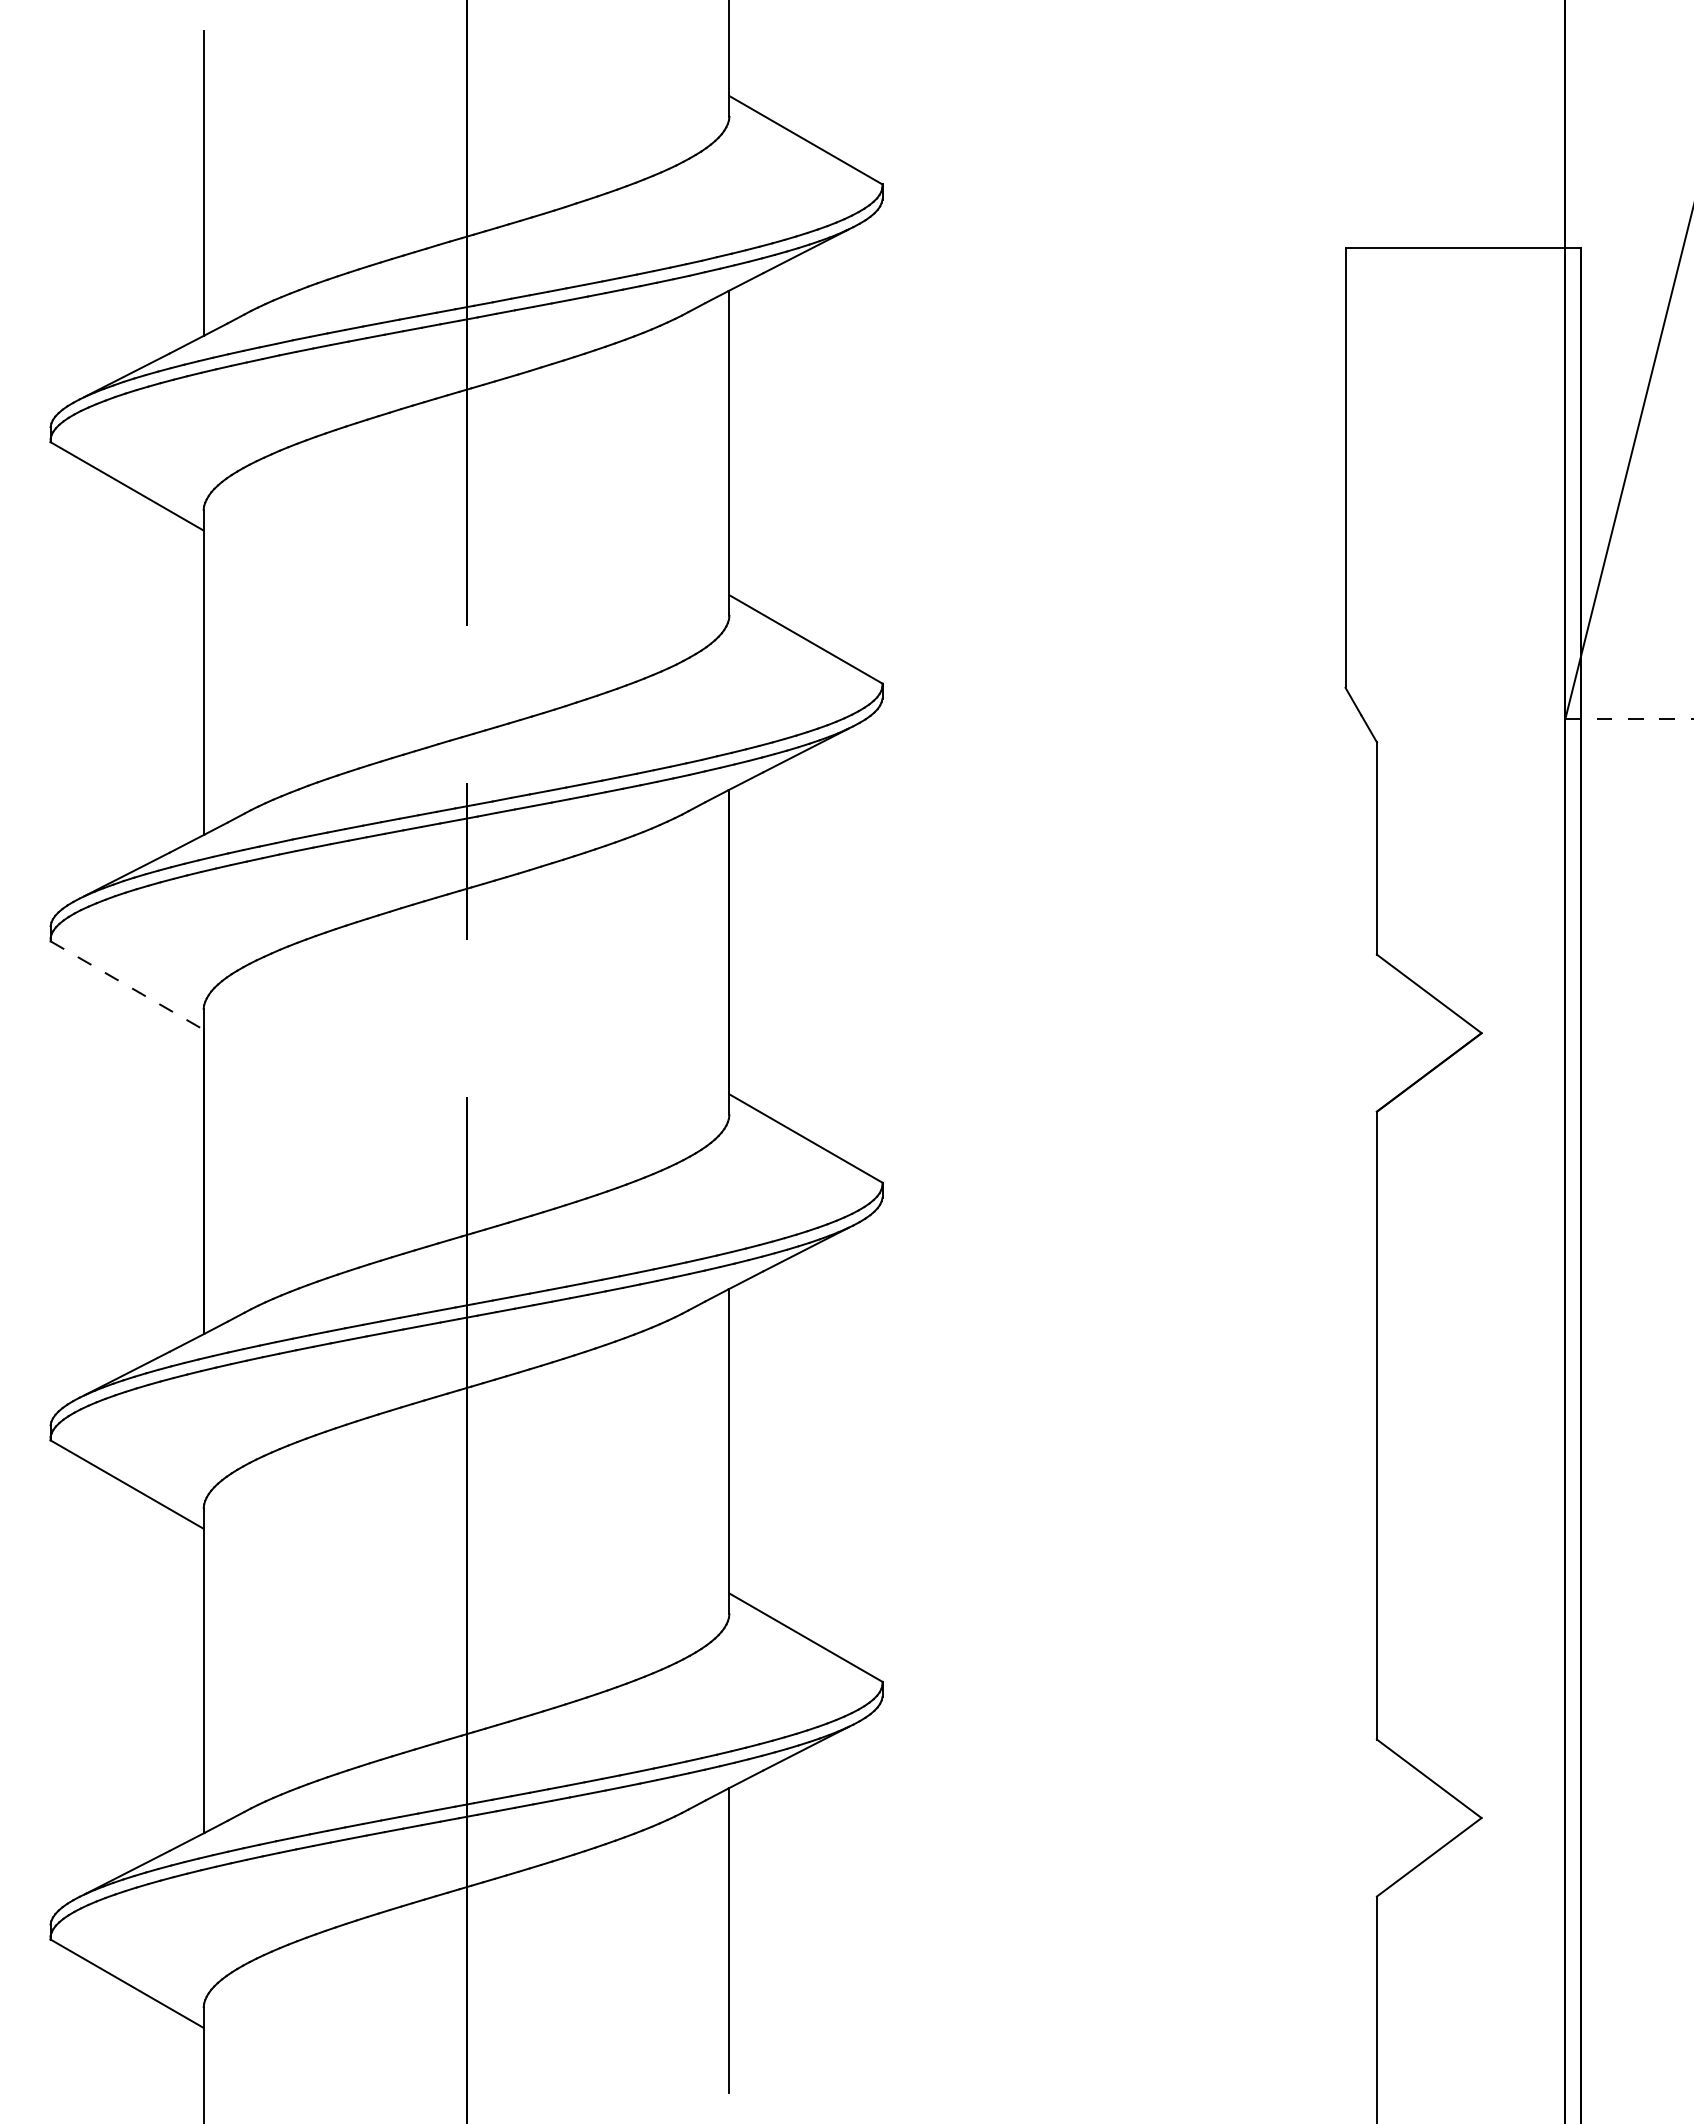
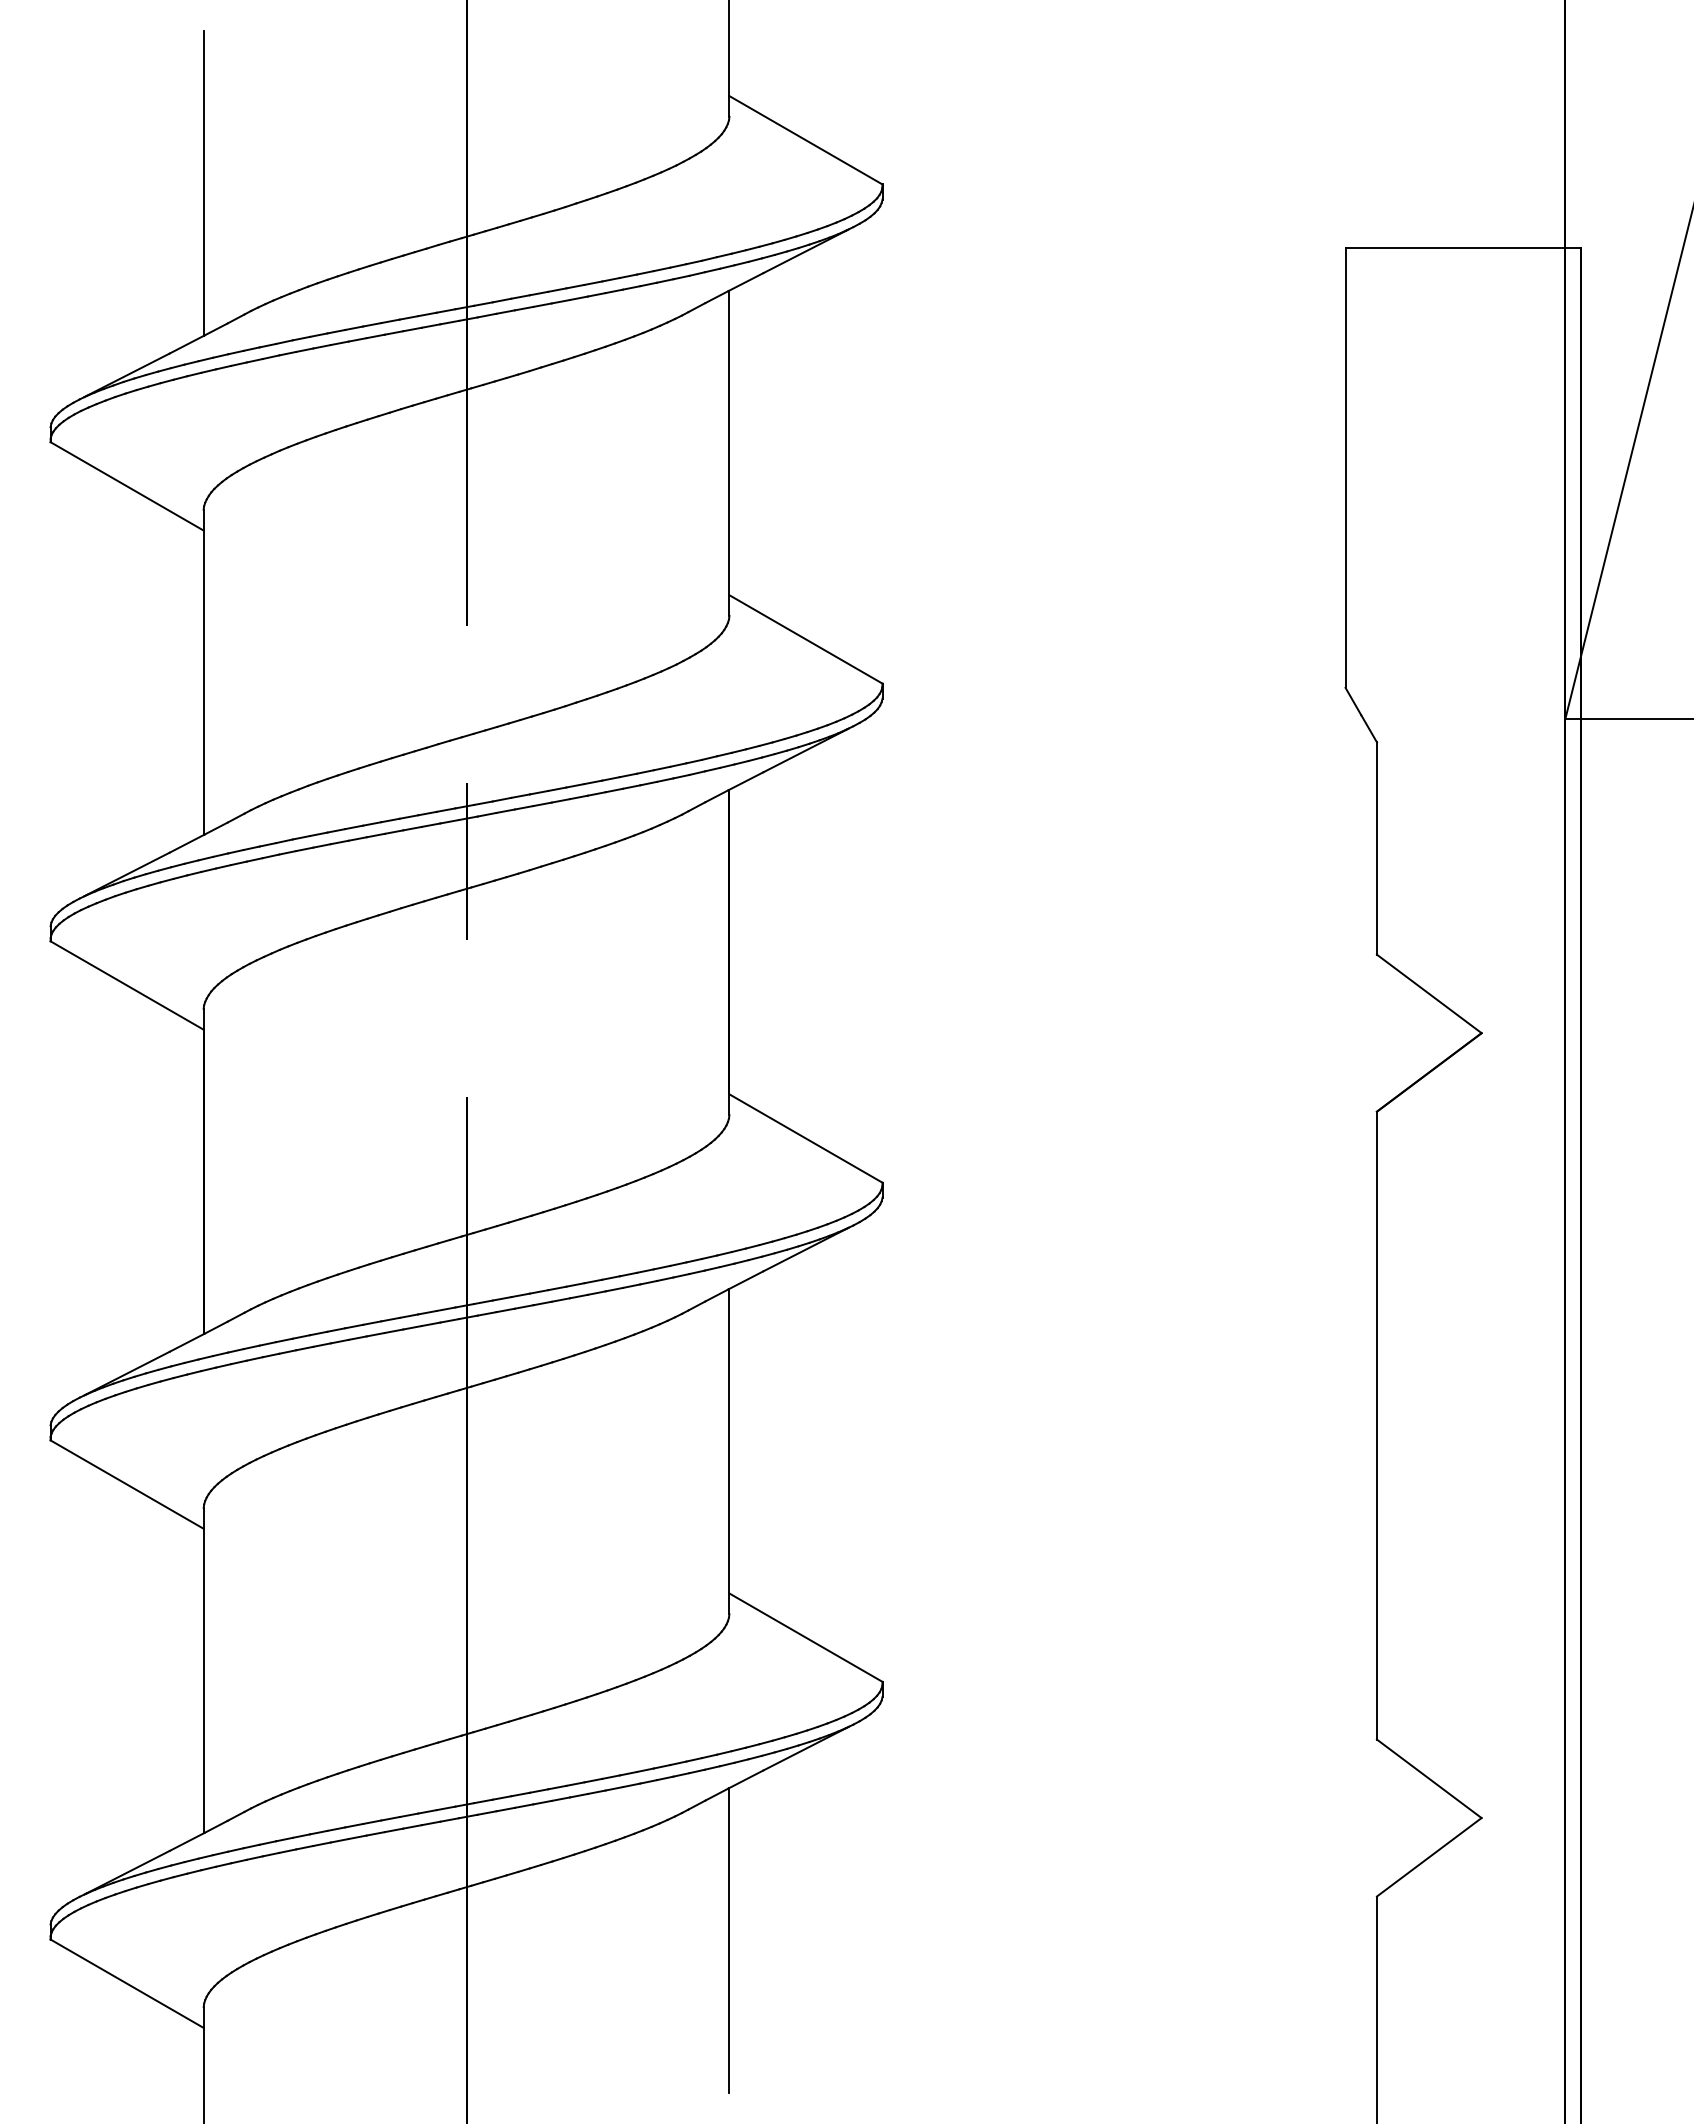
line at (1629, 719): dashed -> solid
line at (127, 985): dashed -> solid
